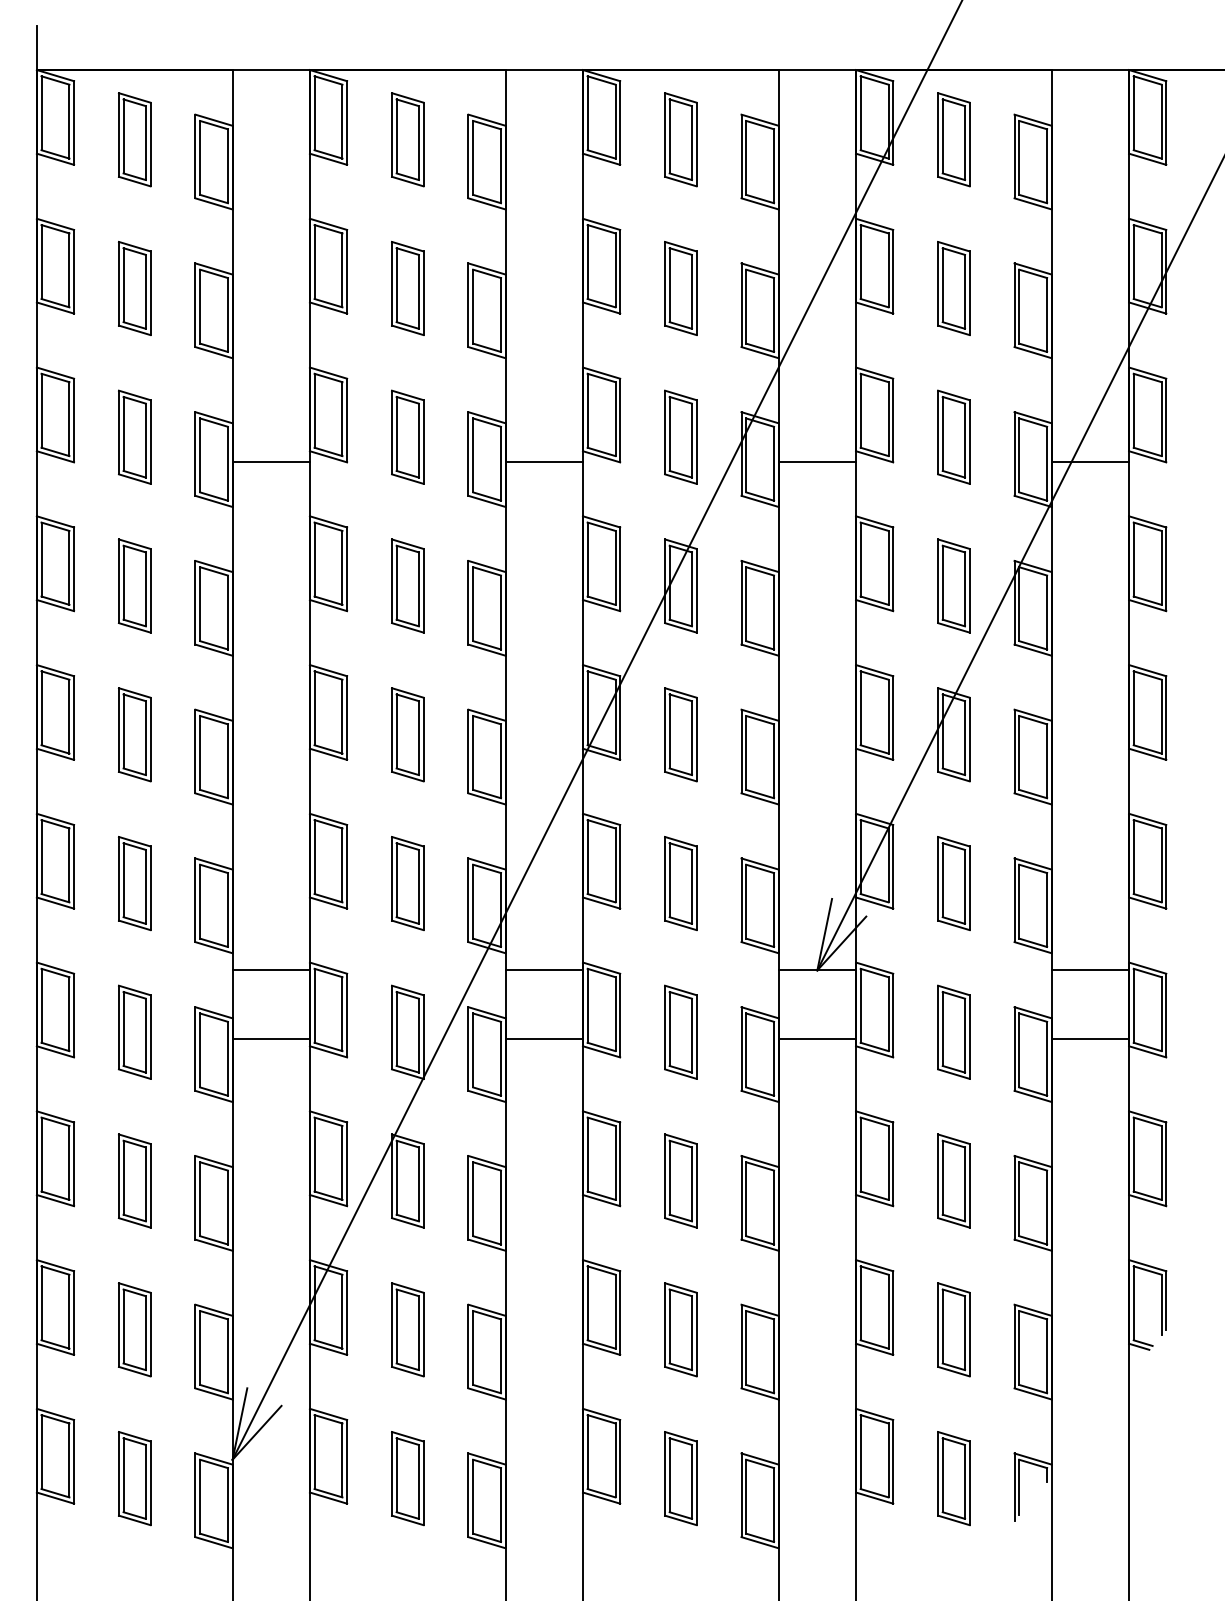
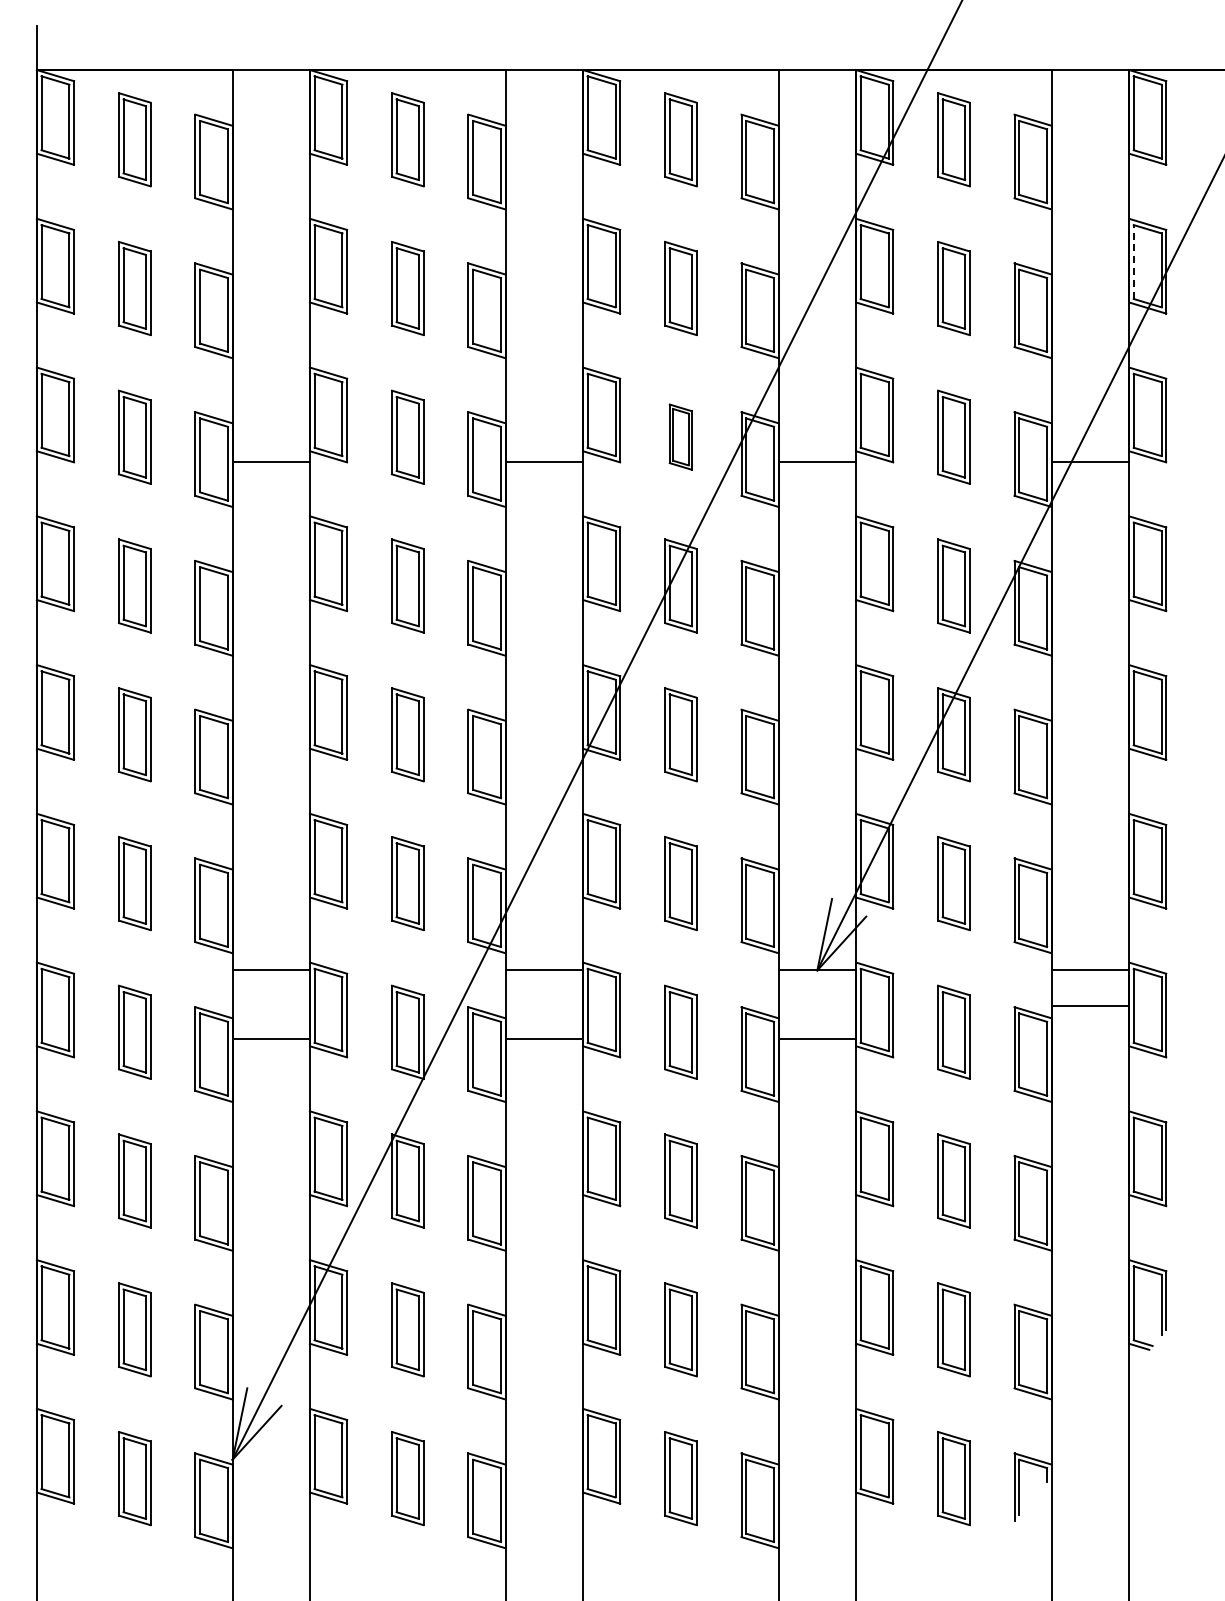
line at (1133, 262): solid -> dashed
part at (680, 436) size: 34x96 px -> 25x68 px
line at (1090, 1038) position: (1090, 1038) -> (1090, 1005)
